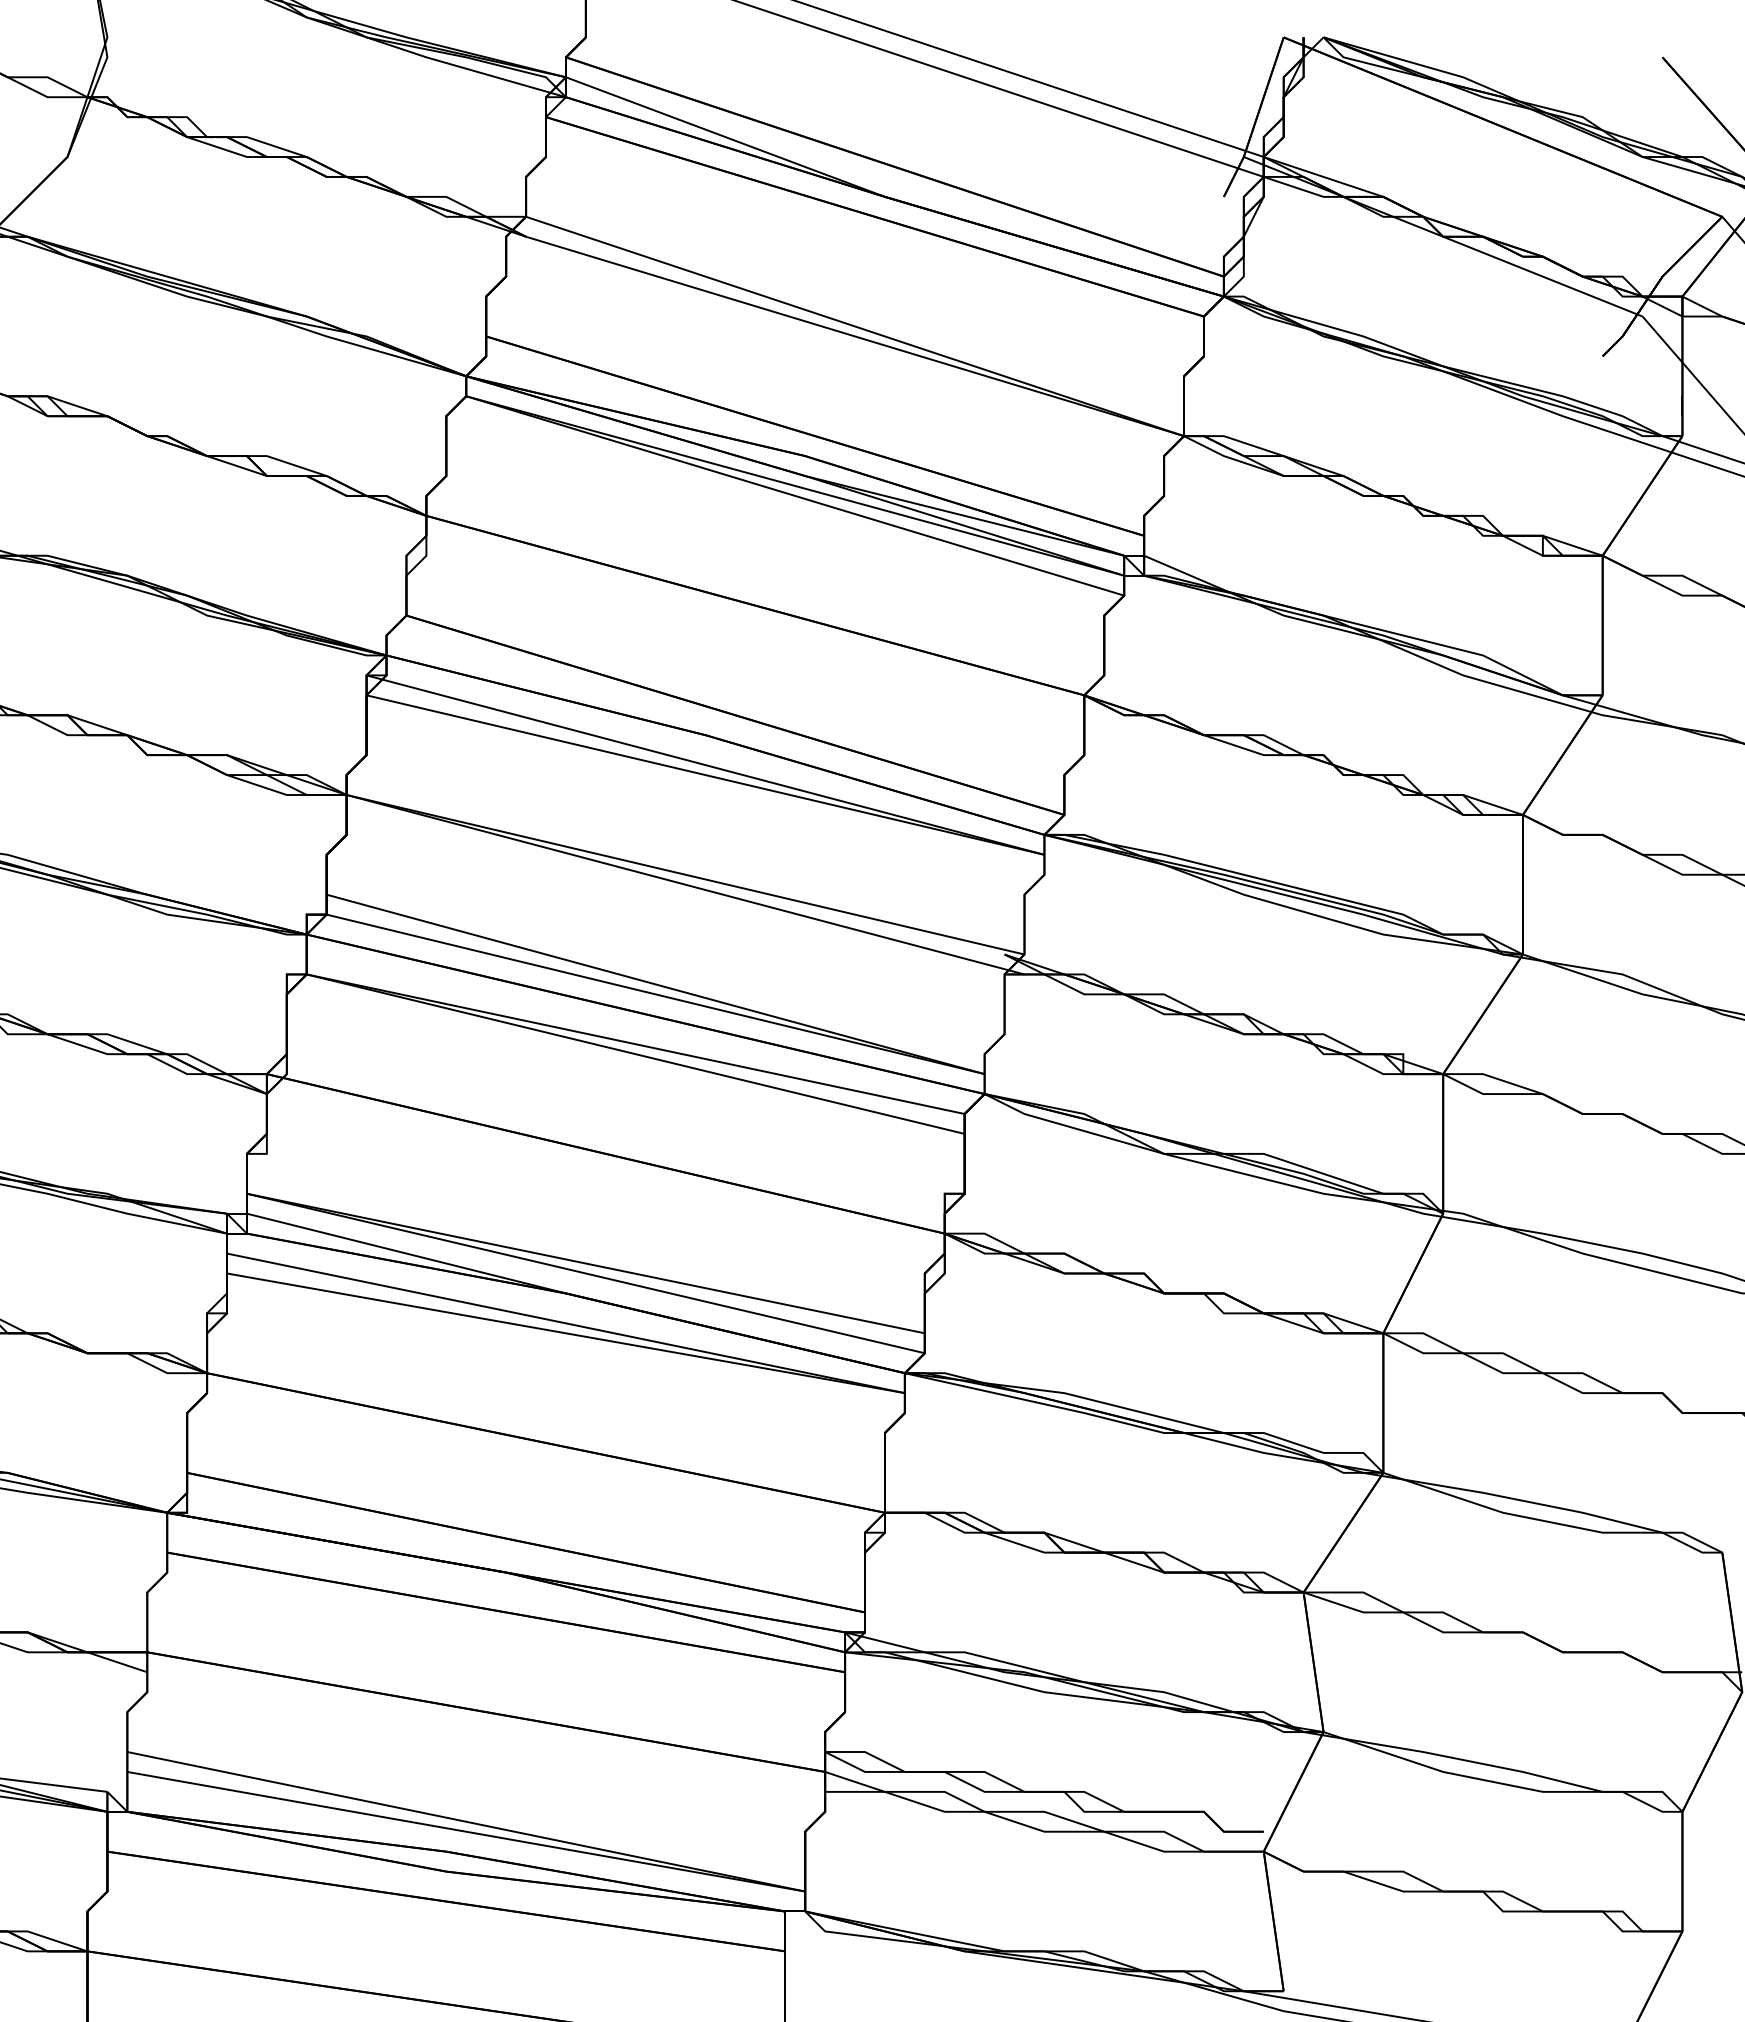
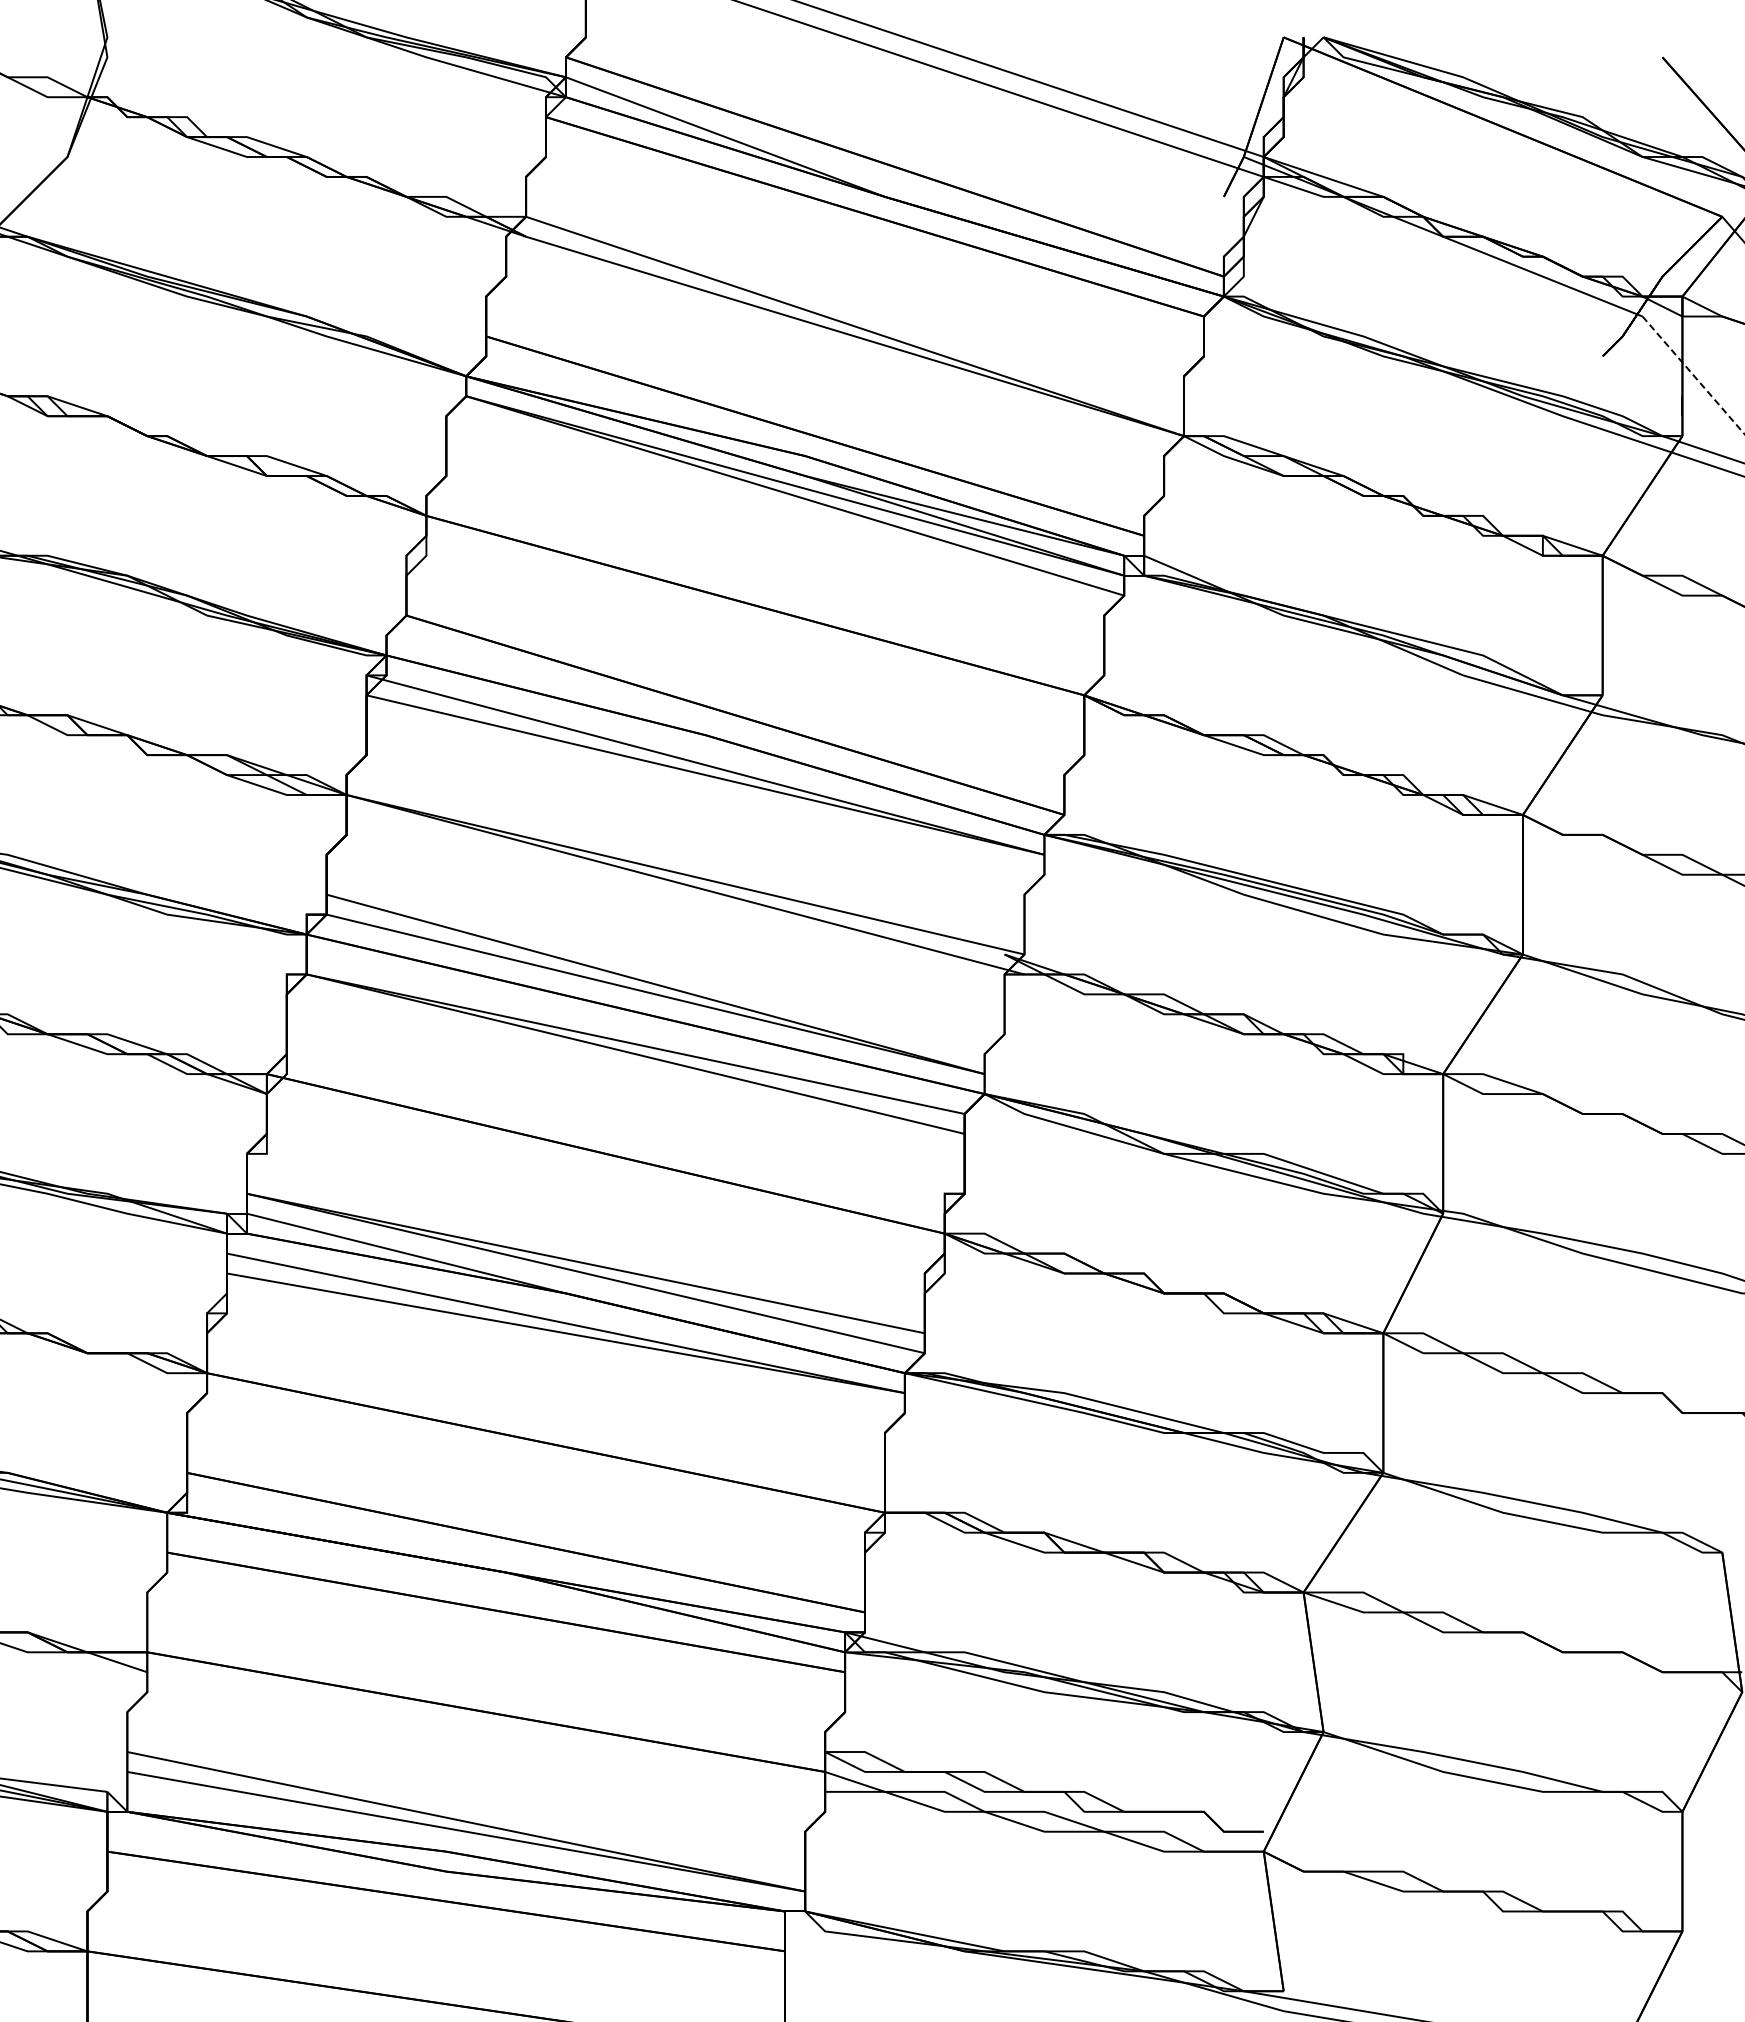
line at (1693, 375): solid -> dashed
